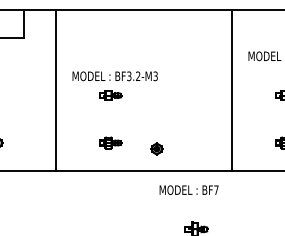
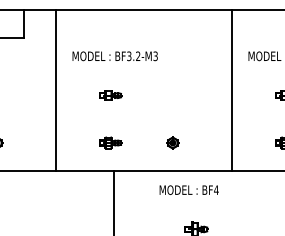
text at (114, 76) position: (114, 76) -> (114, 56)
part at (156, 148) position: (156, 148) -> (172, 142)
text at (216, 189): BF7 -> BF4
line at (114, 201): none -> present
